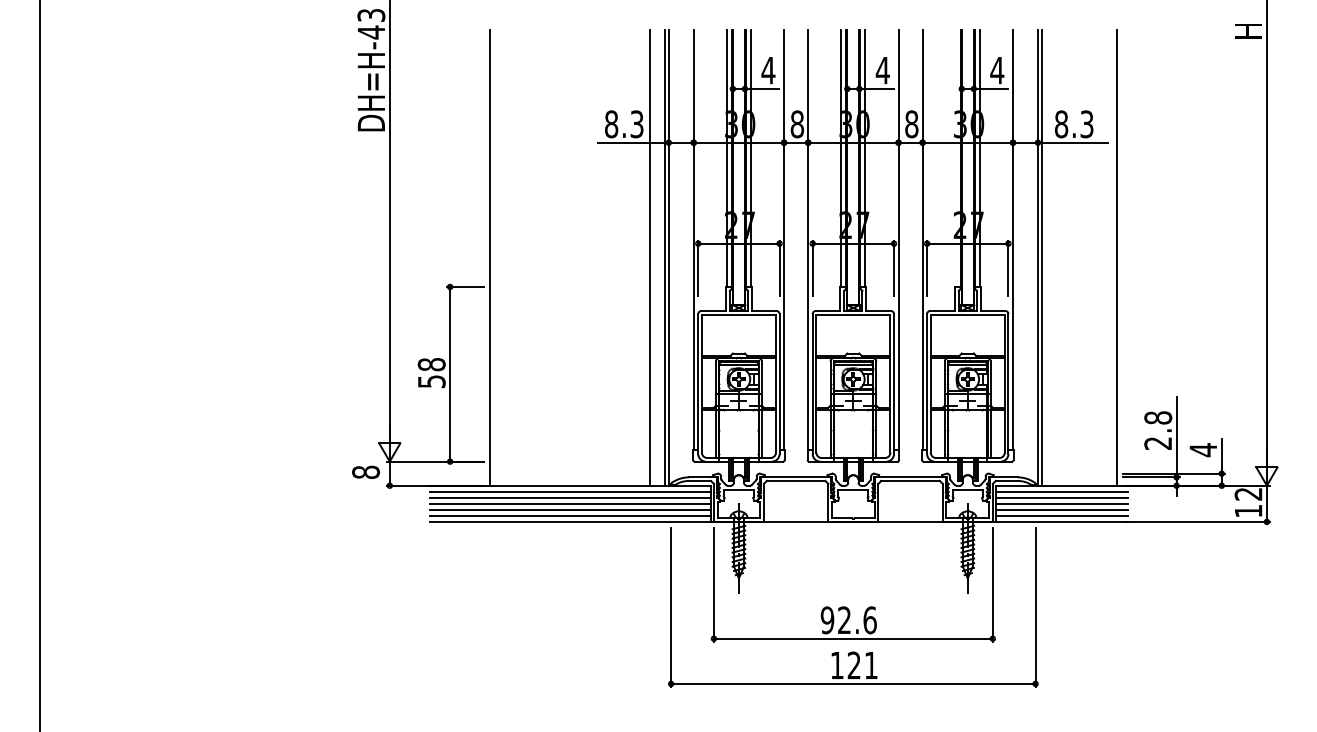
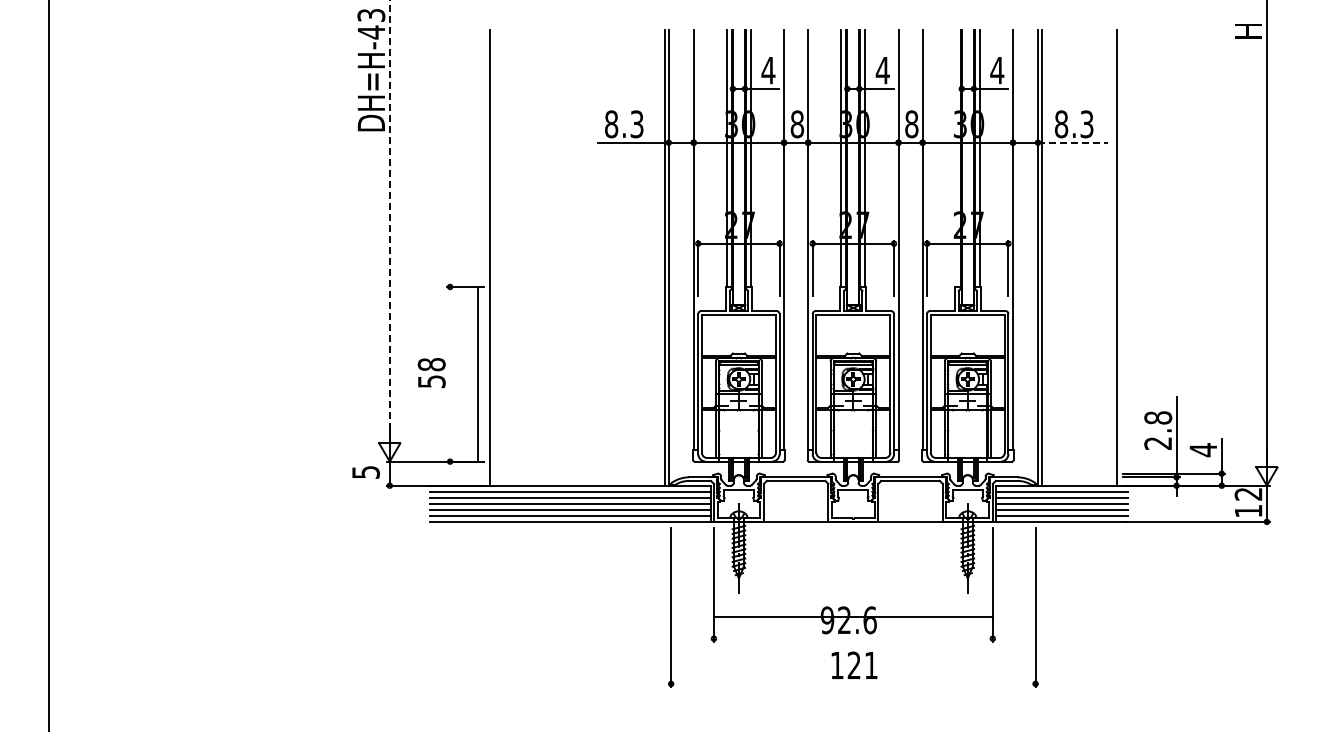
line at (1073, 142): solid -> dashed
line at (389, 220): solid -> dashed
line at (649, 257): present -> none
line at (39, 365) position: (39, 365) -> (48, 365)
line at (450, 373) position: (450, 373) -> (478, 373)
text at (365, 471): 8 -> 5
line at (852, 638) position: (852, 638) -> (852, 616)
line at (853, 683): present -> none
